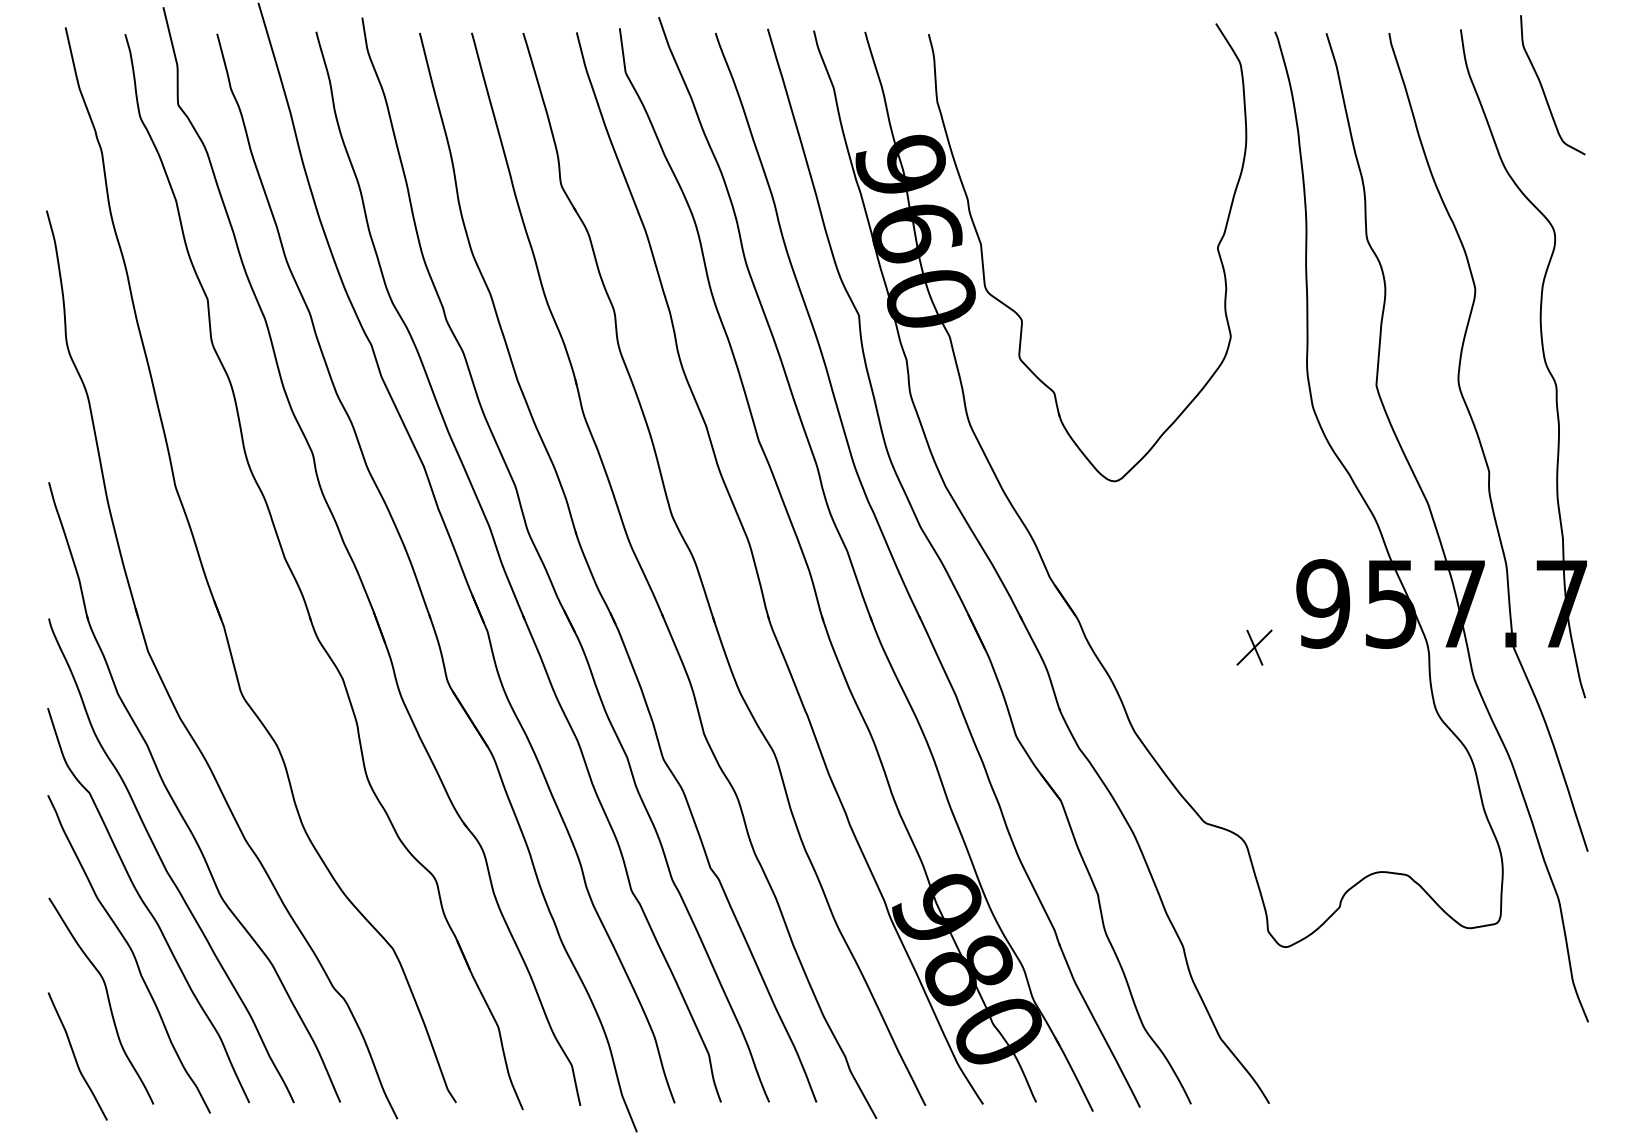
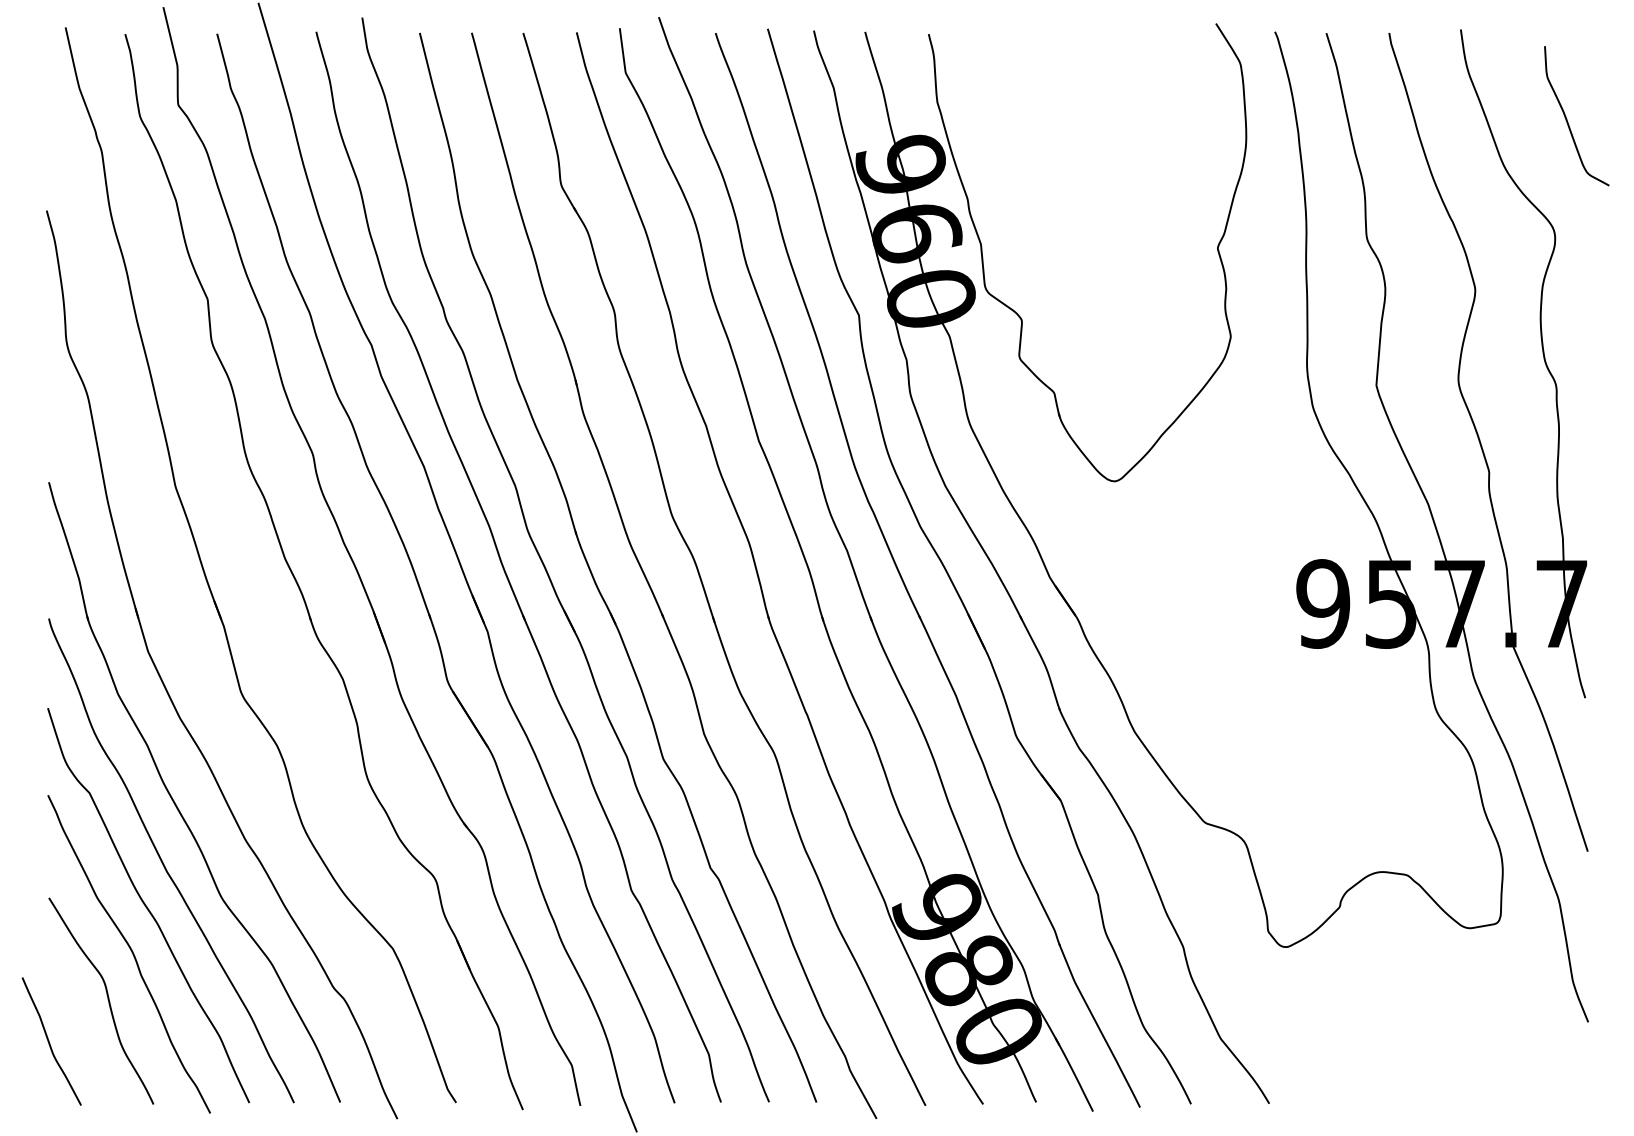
curve at (1544, 90) position: (1544, 90) -> (1568, 121)
part at (1254, 647): present -> none
curve at (75, 1056) position: (75, 1056) -> (49, 1041)
